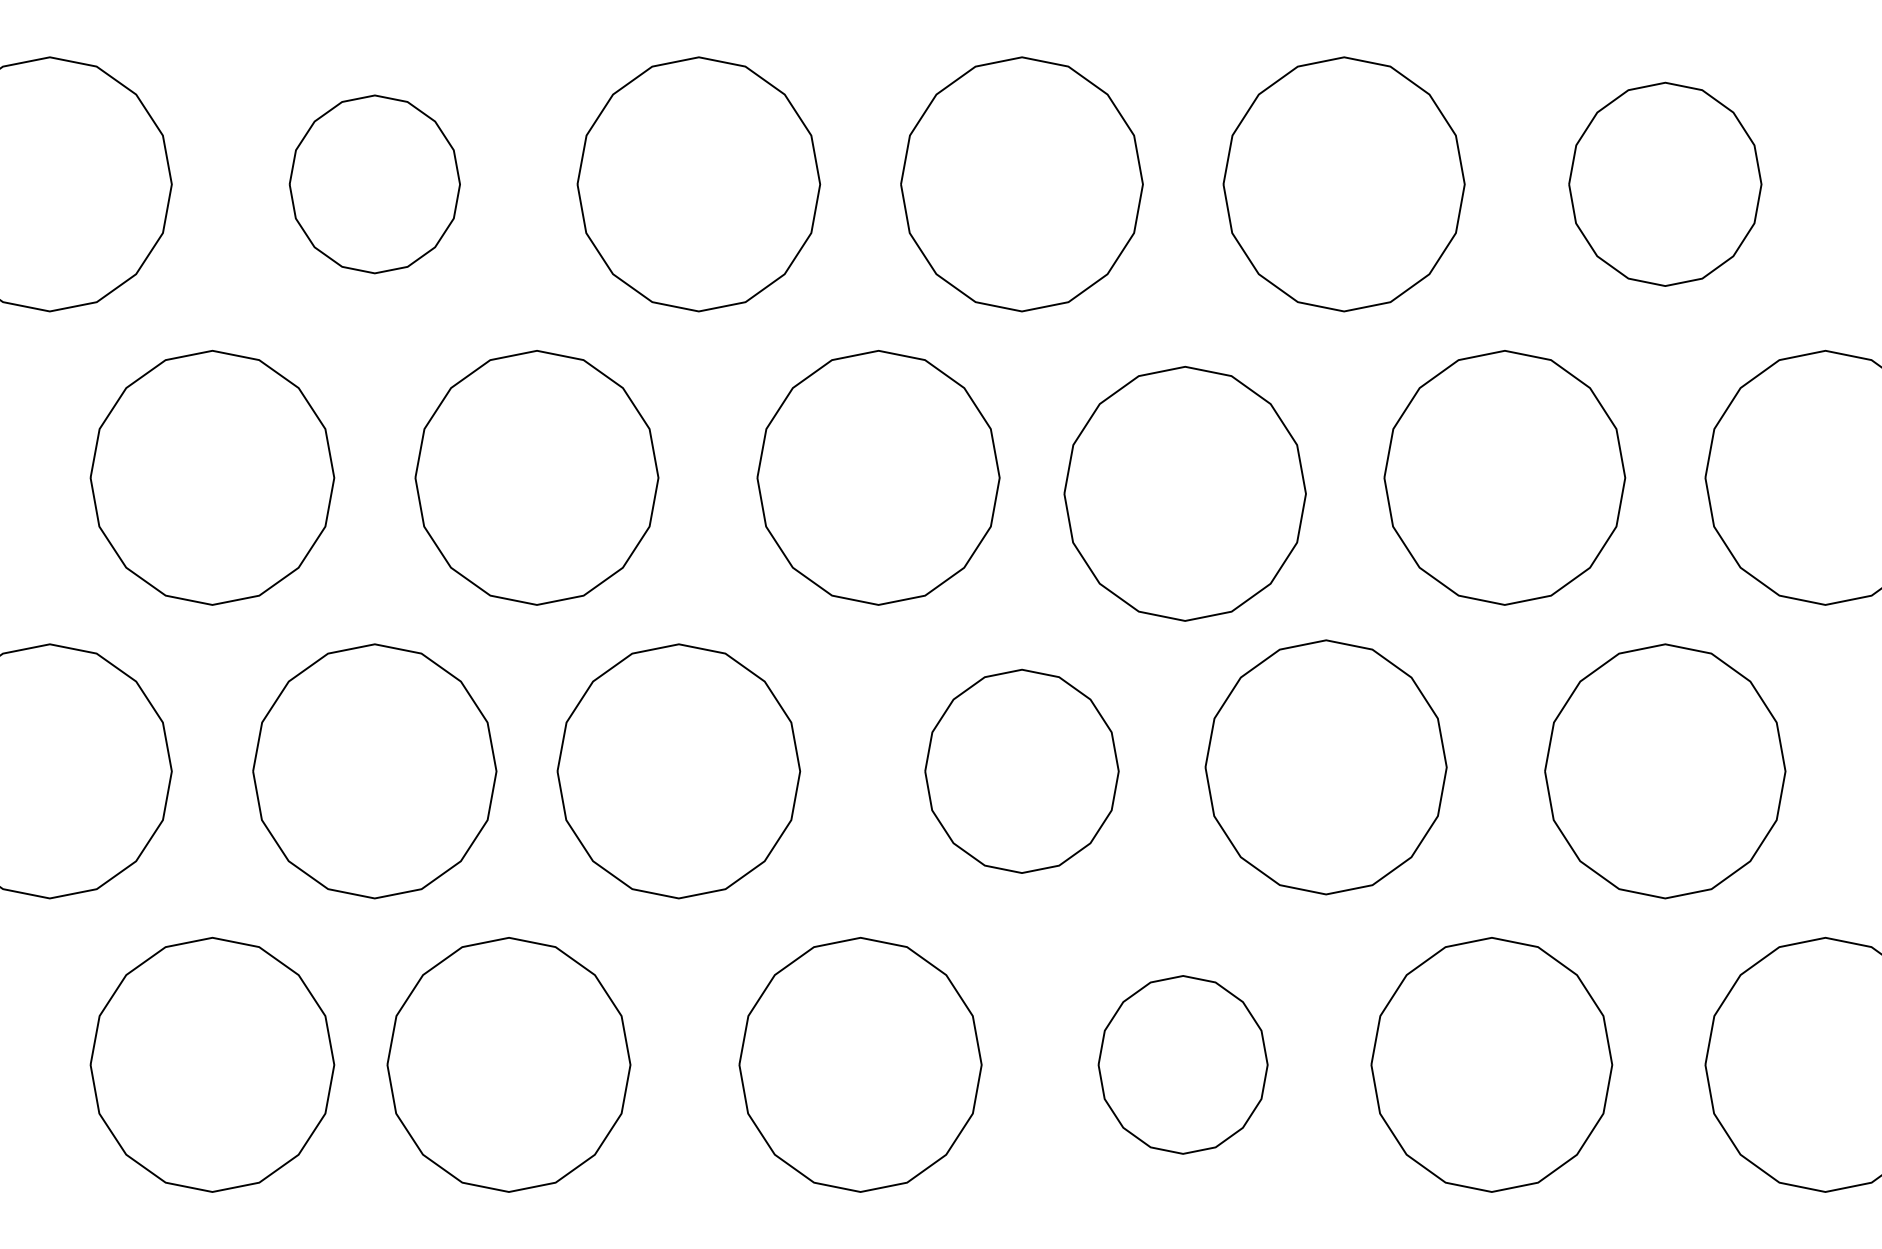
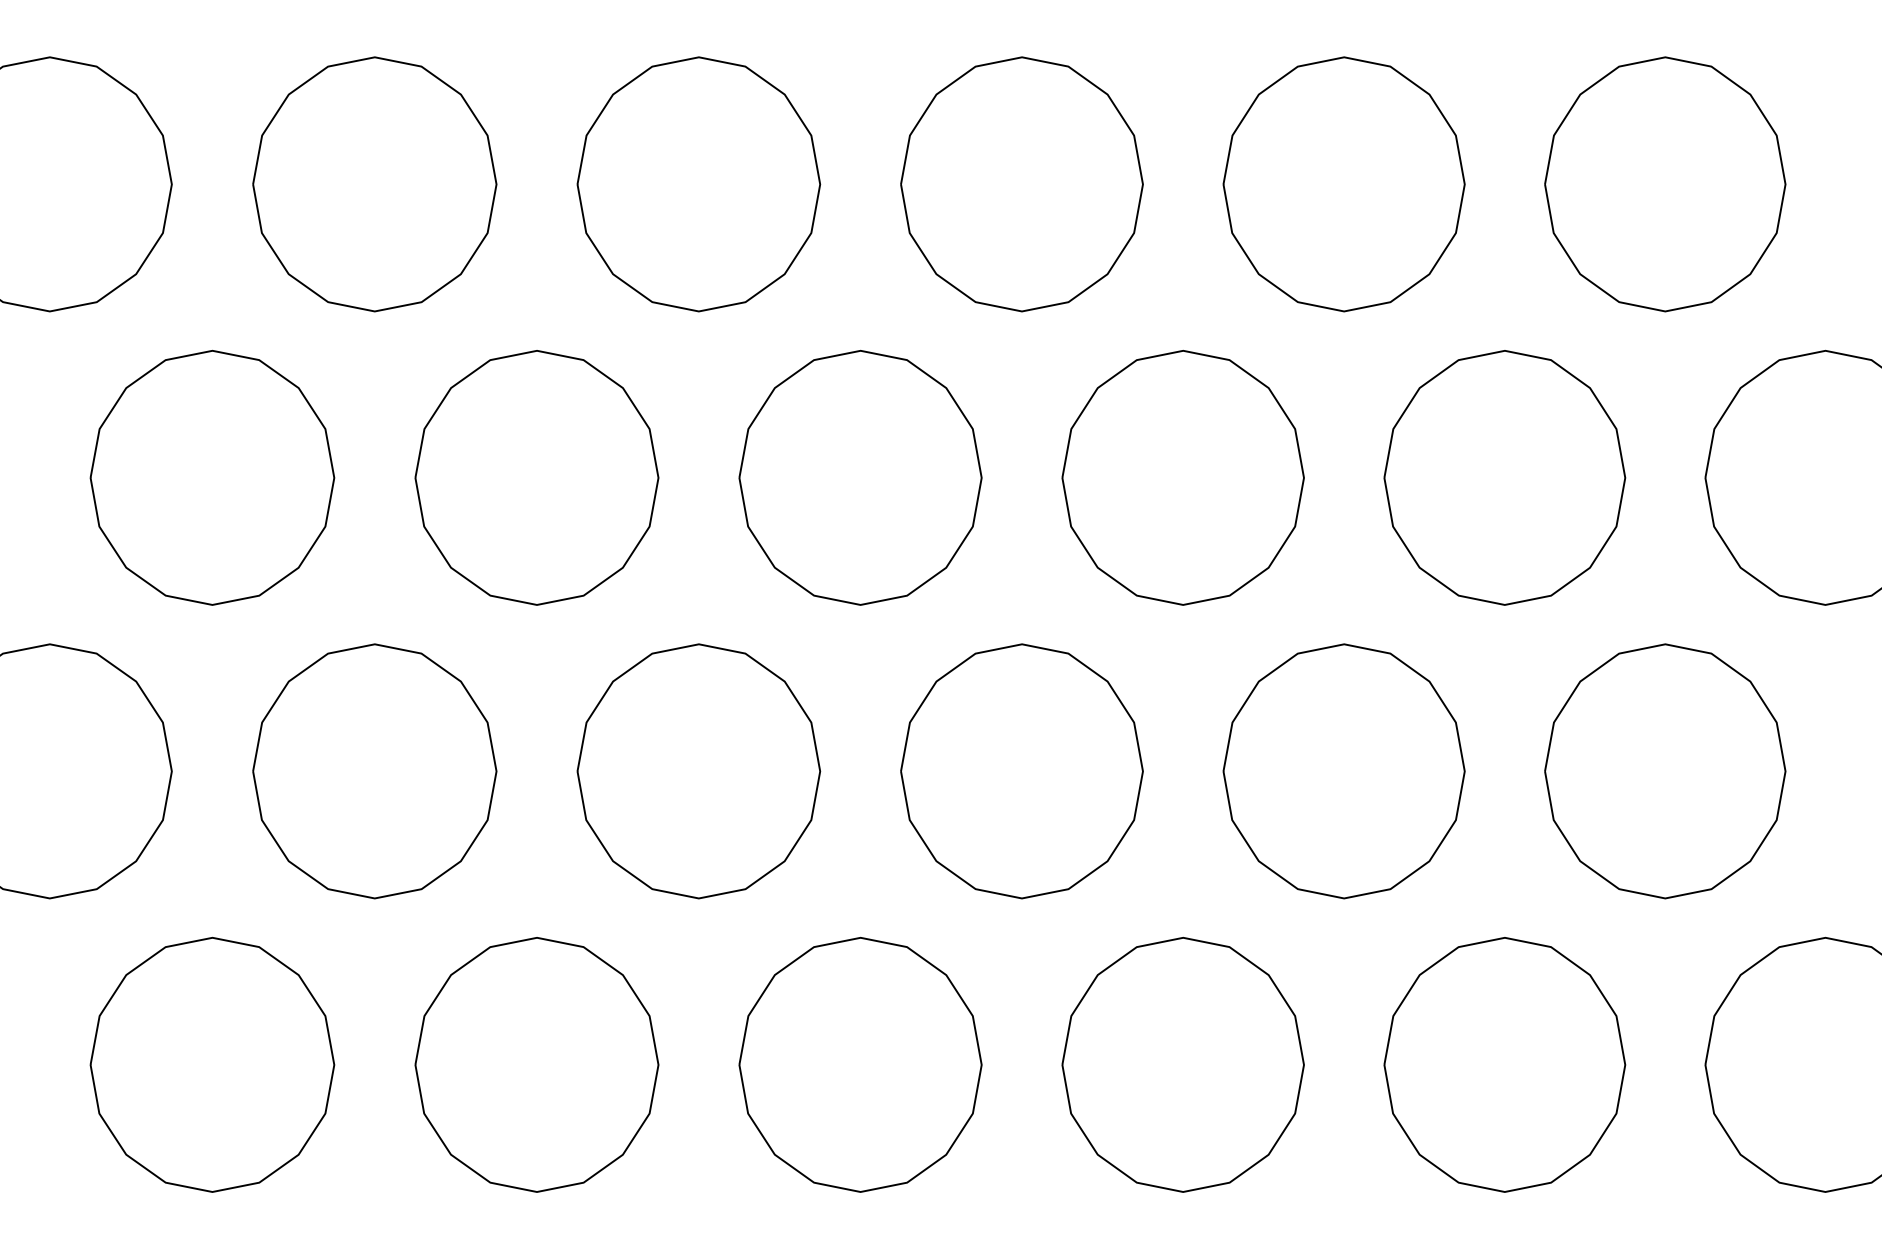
part at (1665, 183) size: 195x206 px -> 243x257 px
part at (374, 184) size: 173x181 px -> 246x257 px
part at (878, 477) position: (878, 477) -> (860, 477)
part at (1184, 493) position: (1184, 493) -> (1182, 477)
part at (1325, 767) position: (1325, 767) -> (1343, 771)
part at (1021, 770) size: 196x206 px -> 244x257 px
part at (678, 771) position: (678, 771) -> (698, 771)
part at (508, 1064) position: (508, 1064) -> (536, 1064)
part at (1182, 1064) size: 172x180 px -> 244x256 px
part at (1491, 1064) position: (1491, 1064) -> (1504, 1064)
